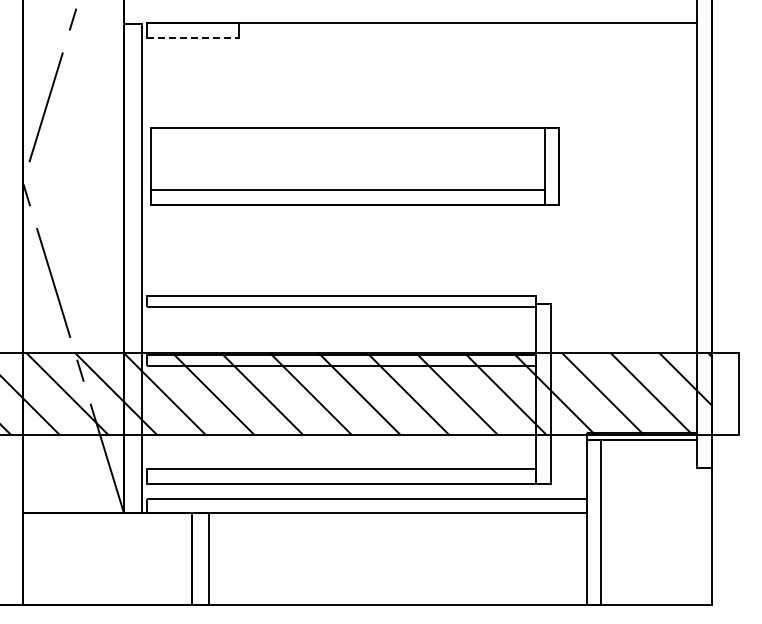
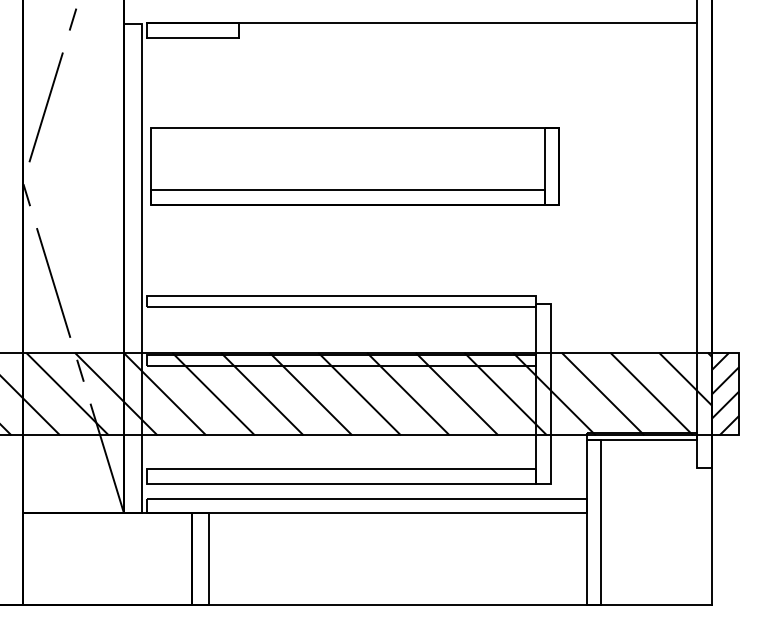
line at (192, 37): dashed -> solid
hatch at (725, 393): none -> present
